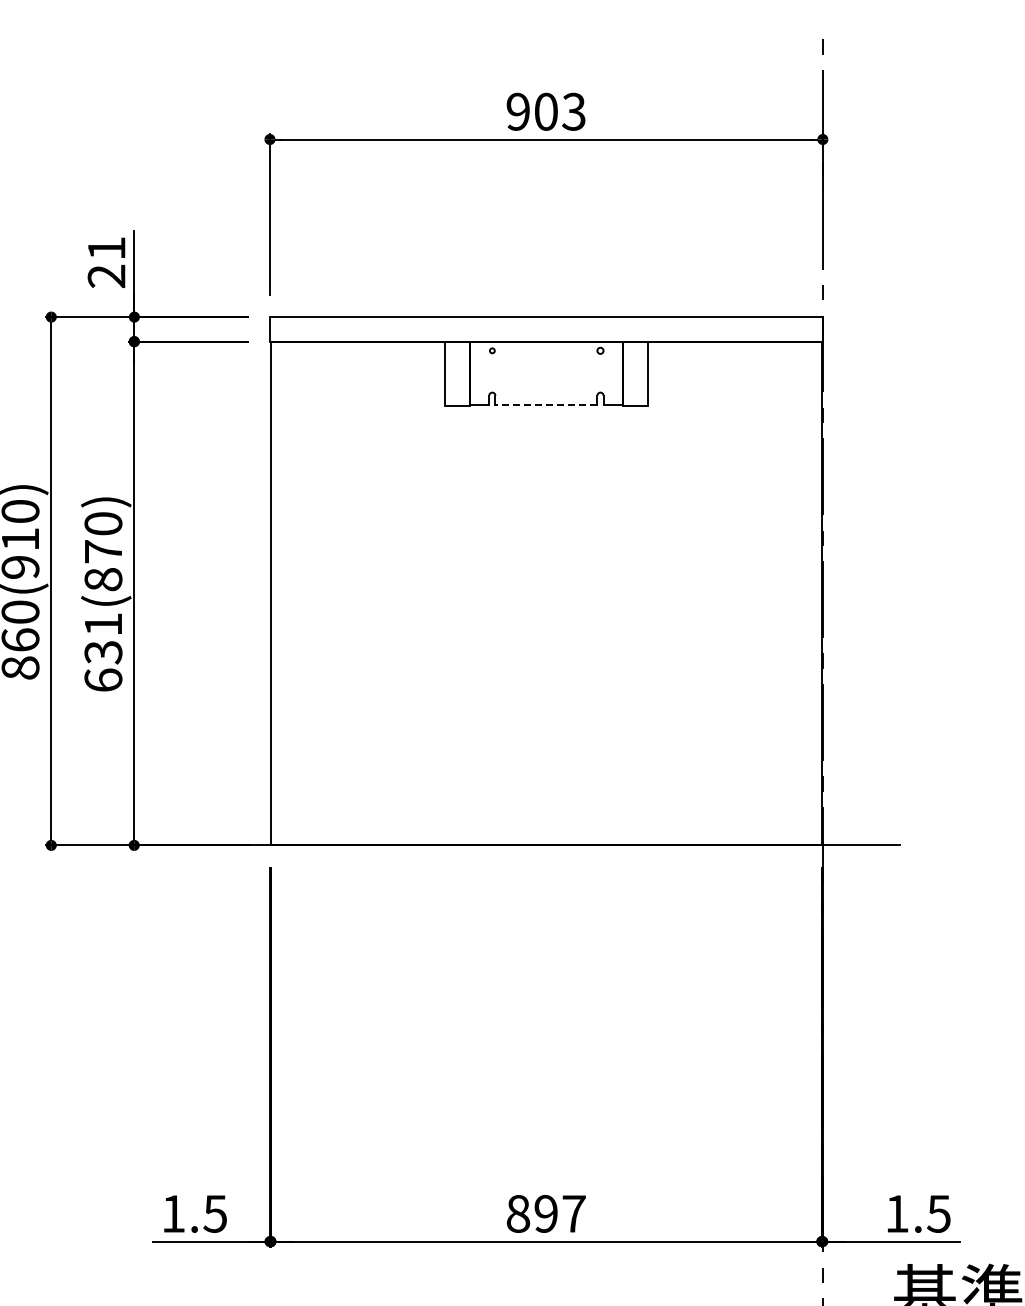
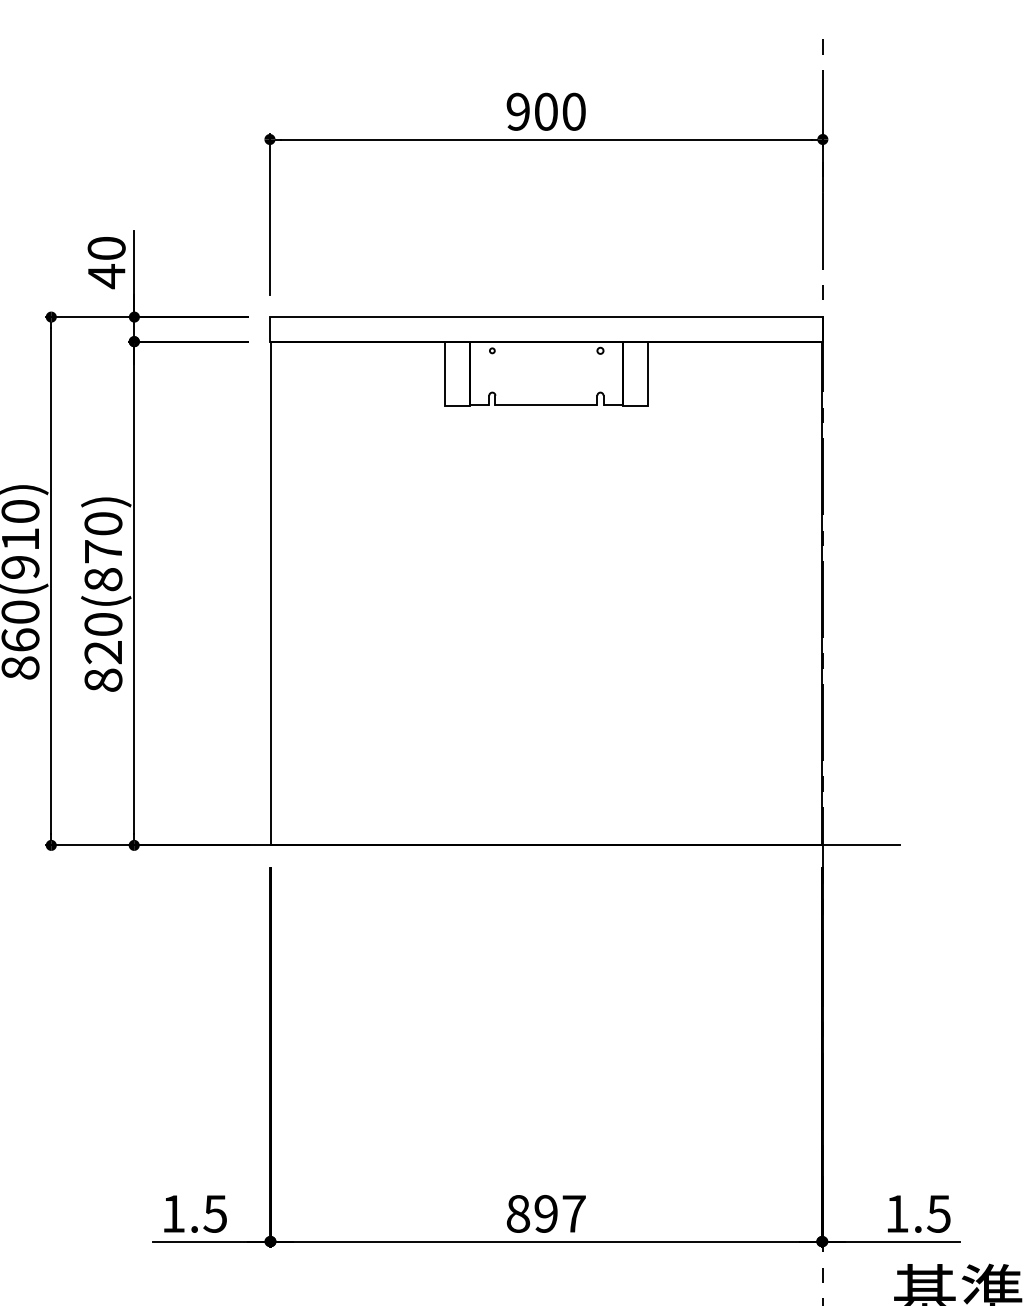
text at (573, 111): 903 -> 900
text at (106, 263): 21 -> 40
line at (546, 404): dashed -> solid
text at (103, 652): 631(870) -> 820(870)
